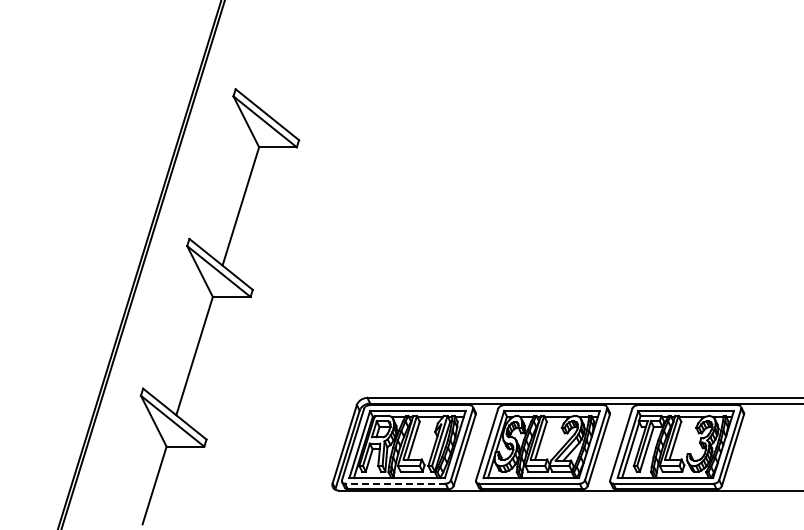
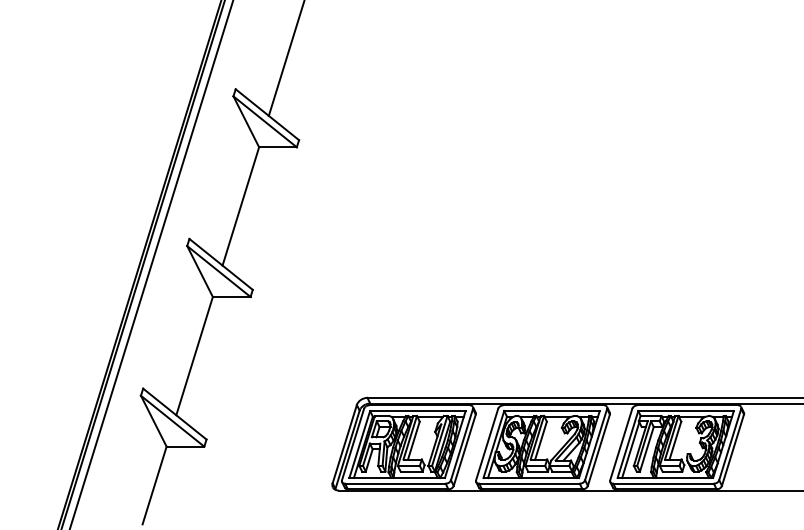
line at (285, 58): none -> present
line at (151, 264): none -> present
line at (394, 483): dashed -> solid
